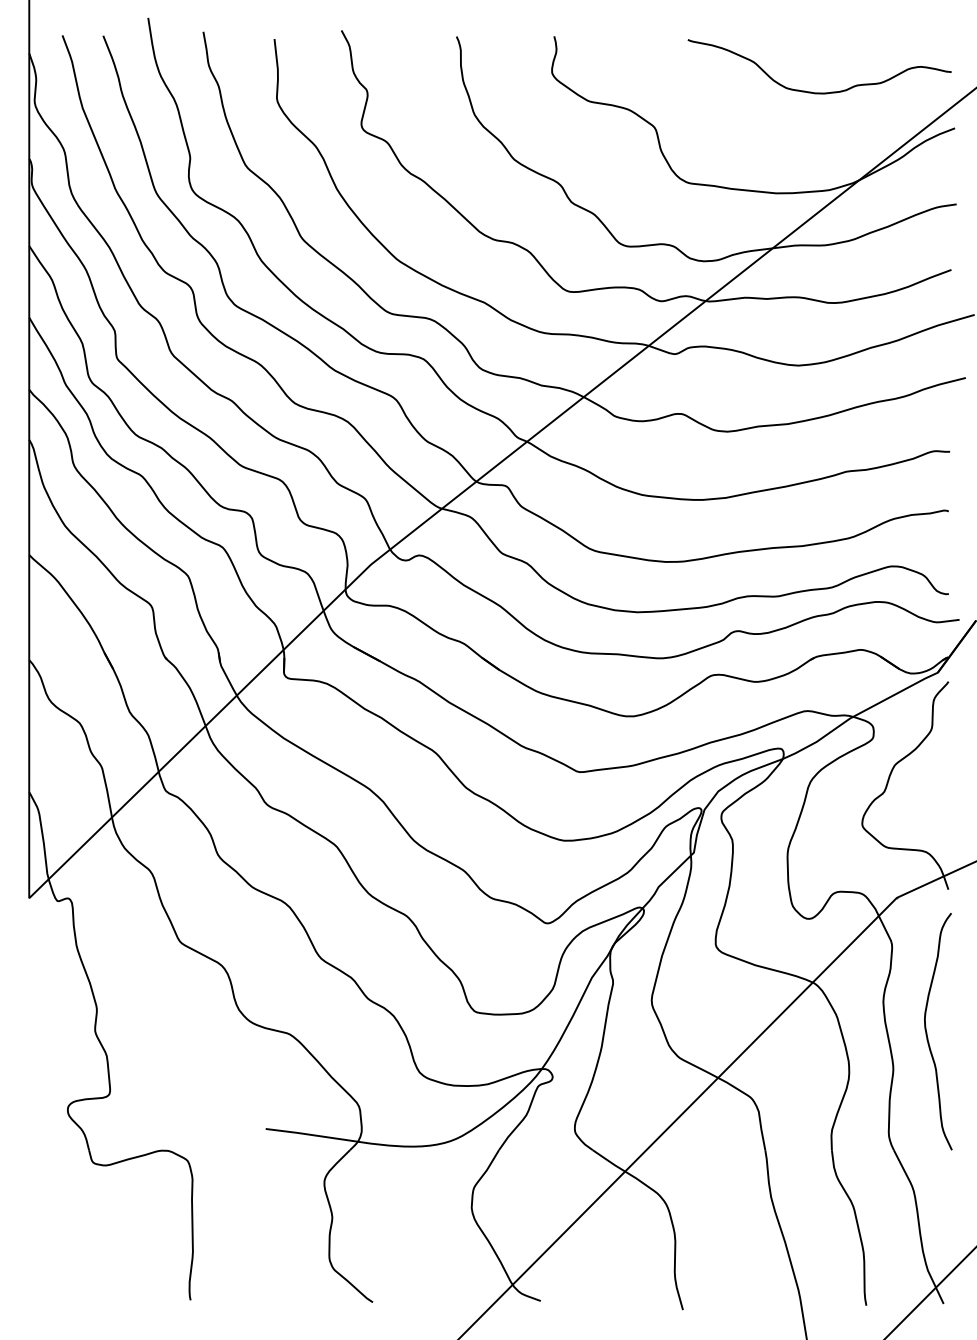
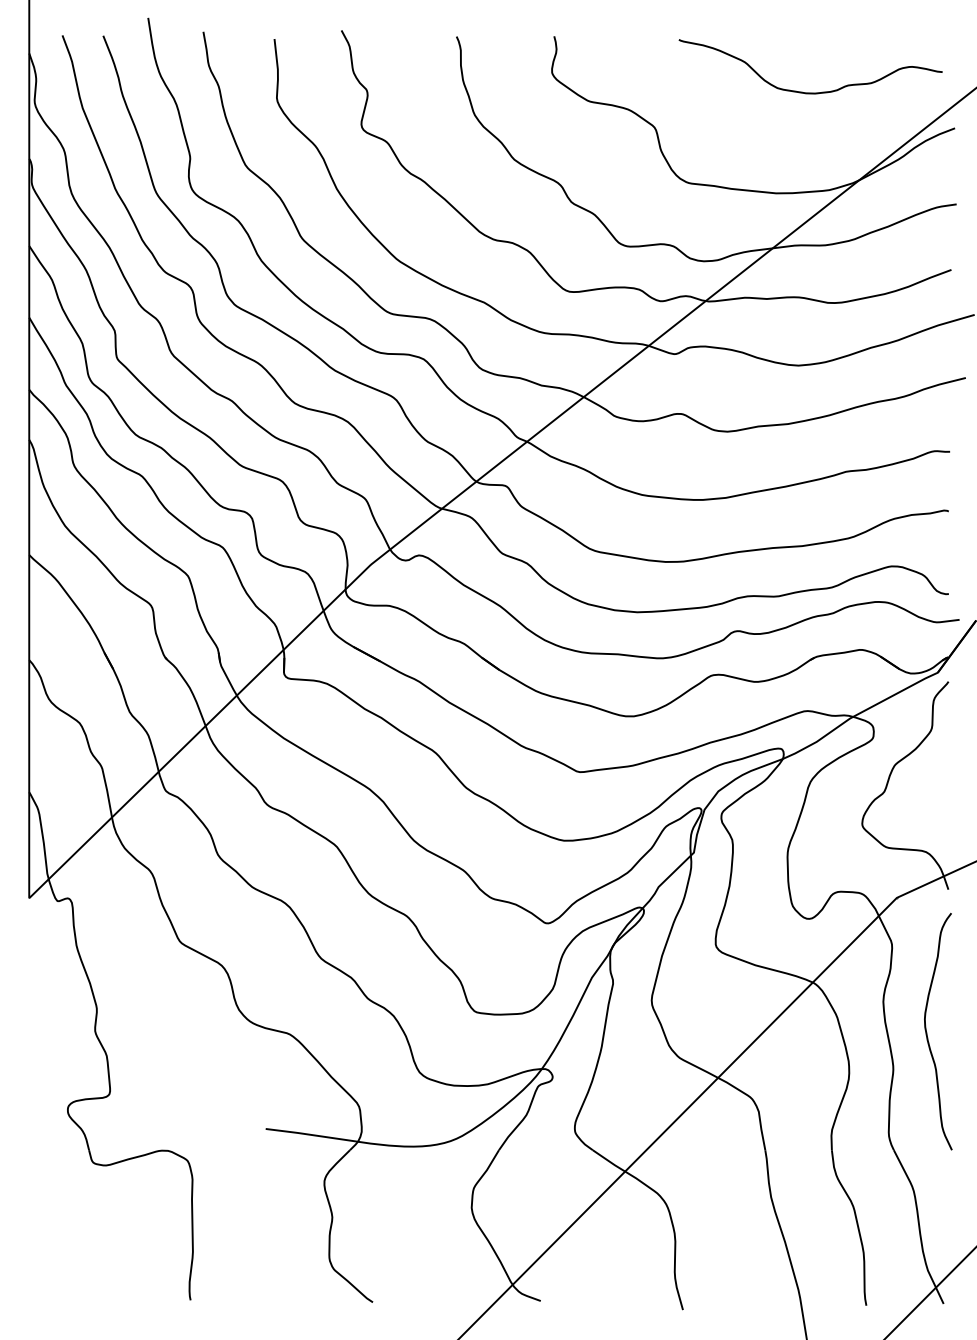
curve at (819, 92) position: (819, 92) -> (810, 92)
